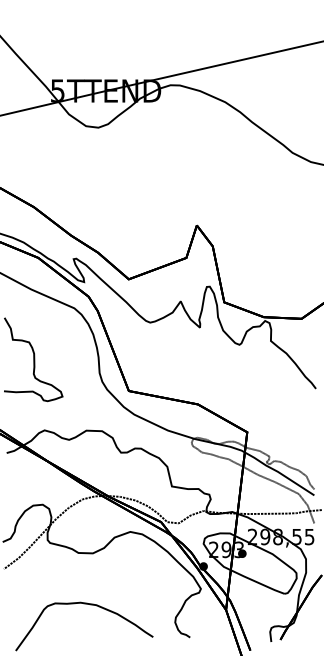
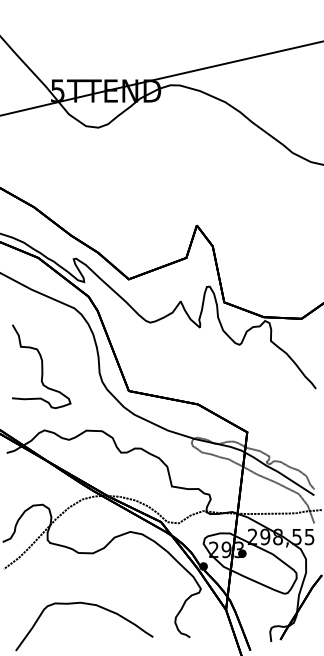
curve at (33, 359) position: (33, 359) -> (41, 366)
